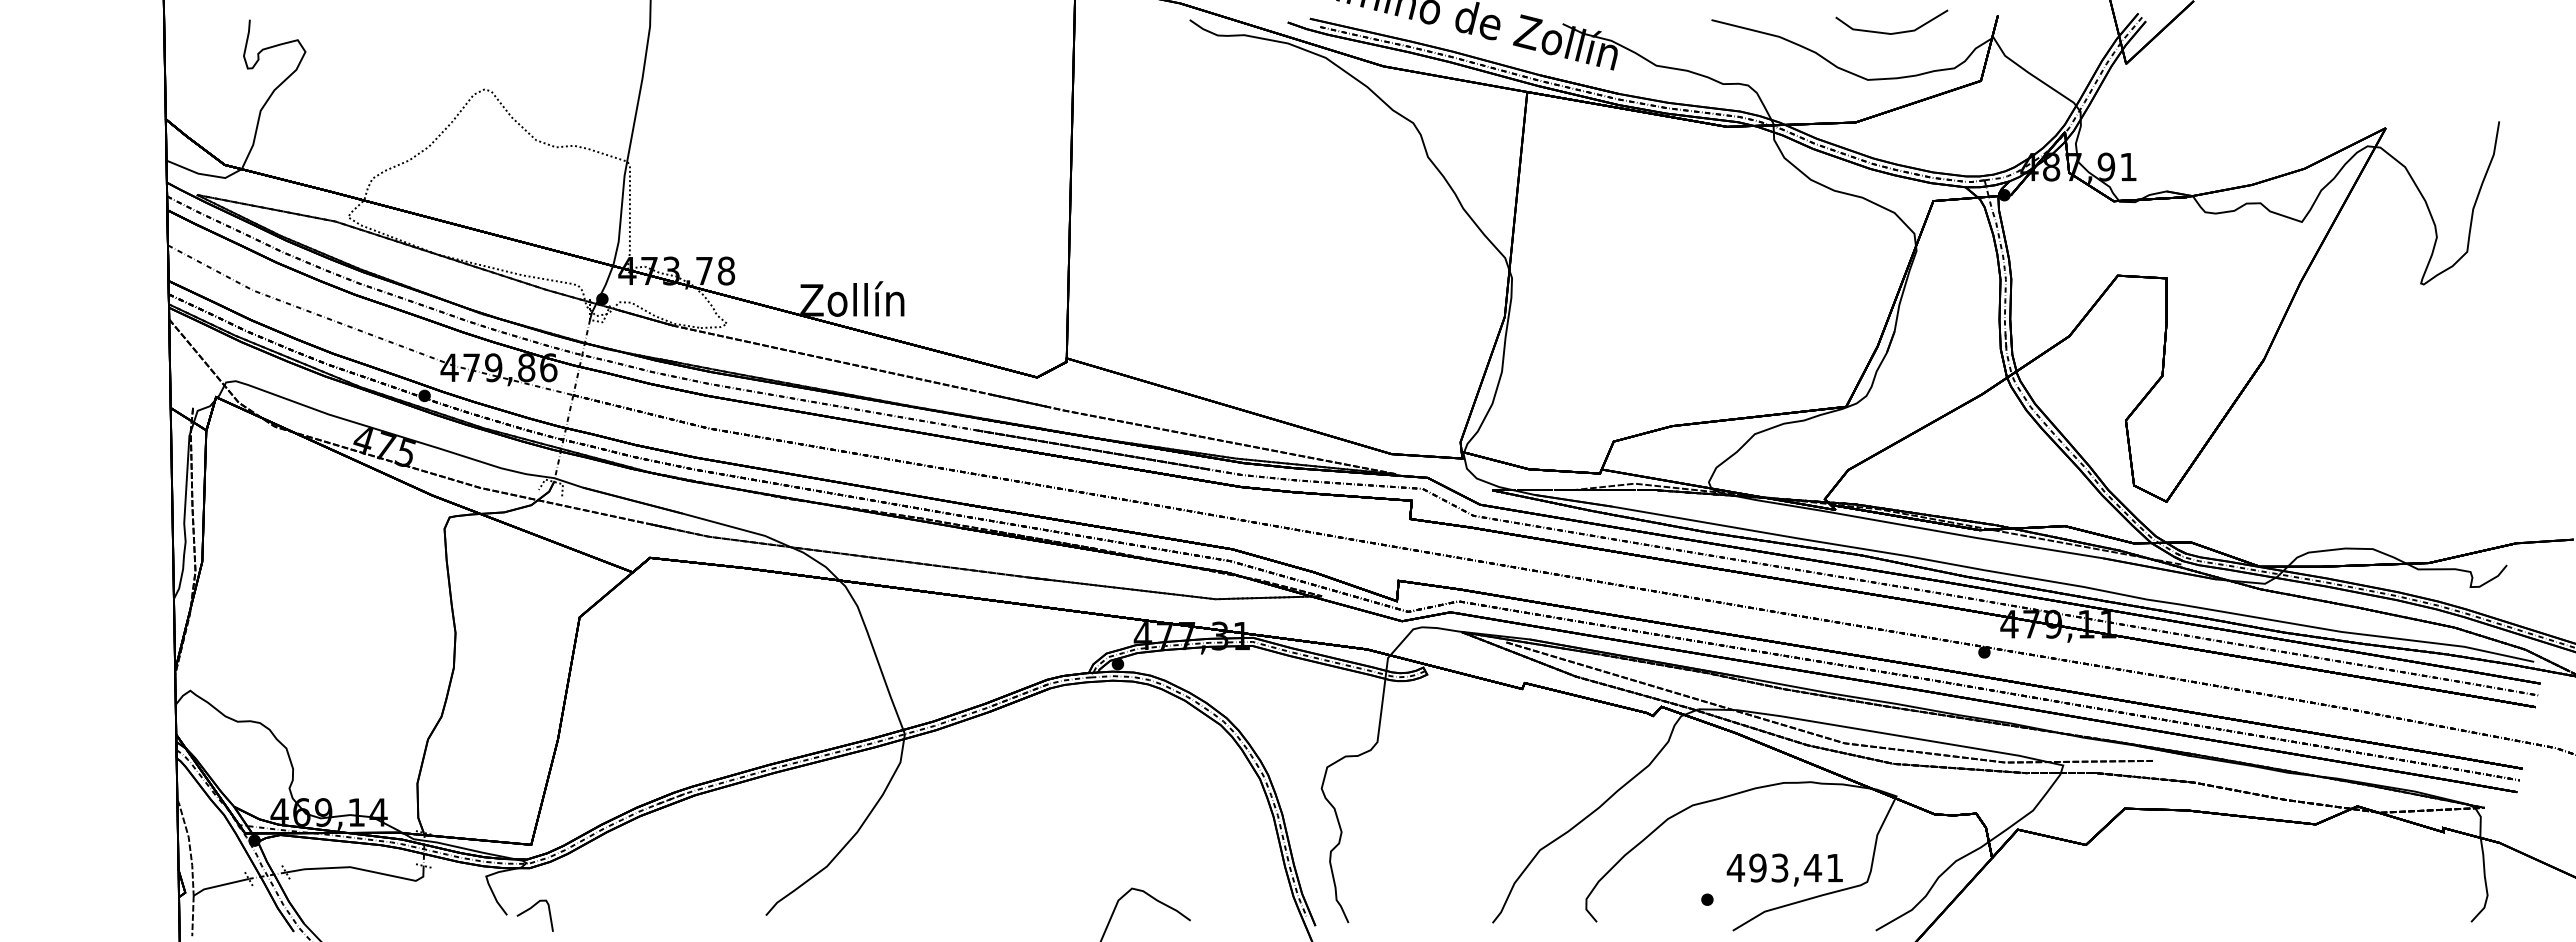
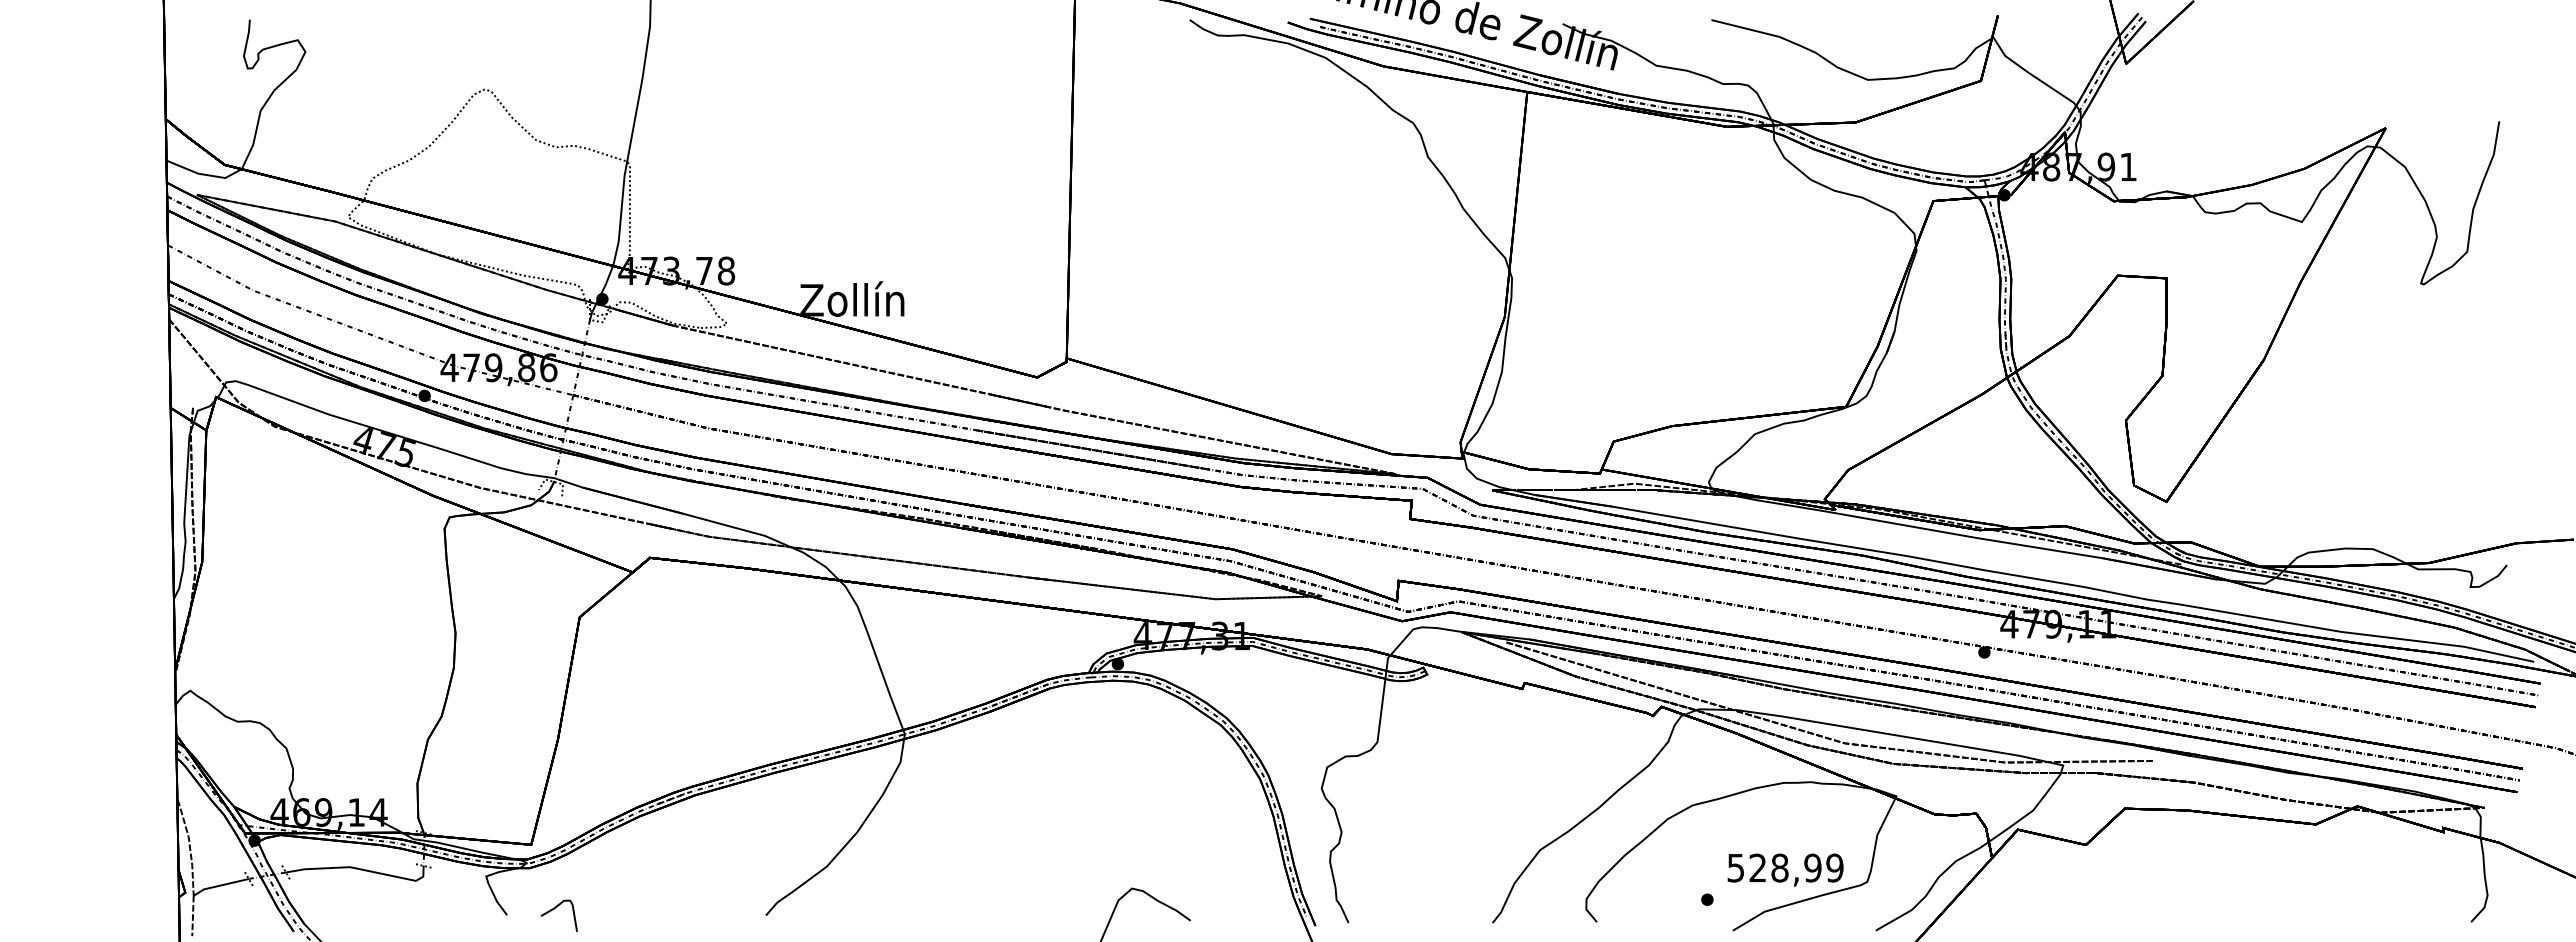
line at (1892, 32): present -> none
text at (1784, 867): 493,41 -> 528,99
curve at (530, 909) position: (530, 909) -> (554, 909)
